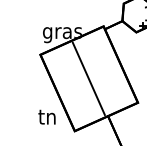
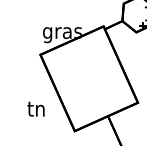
line at (88, 78): present -> none
text at (46, 116) position: (46, 116) -> (35, 108)
